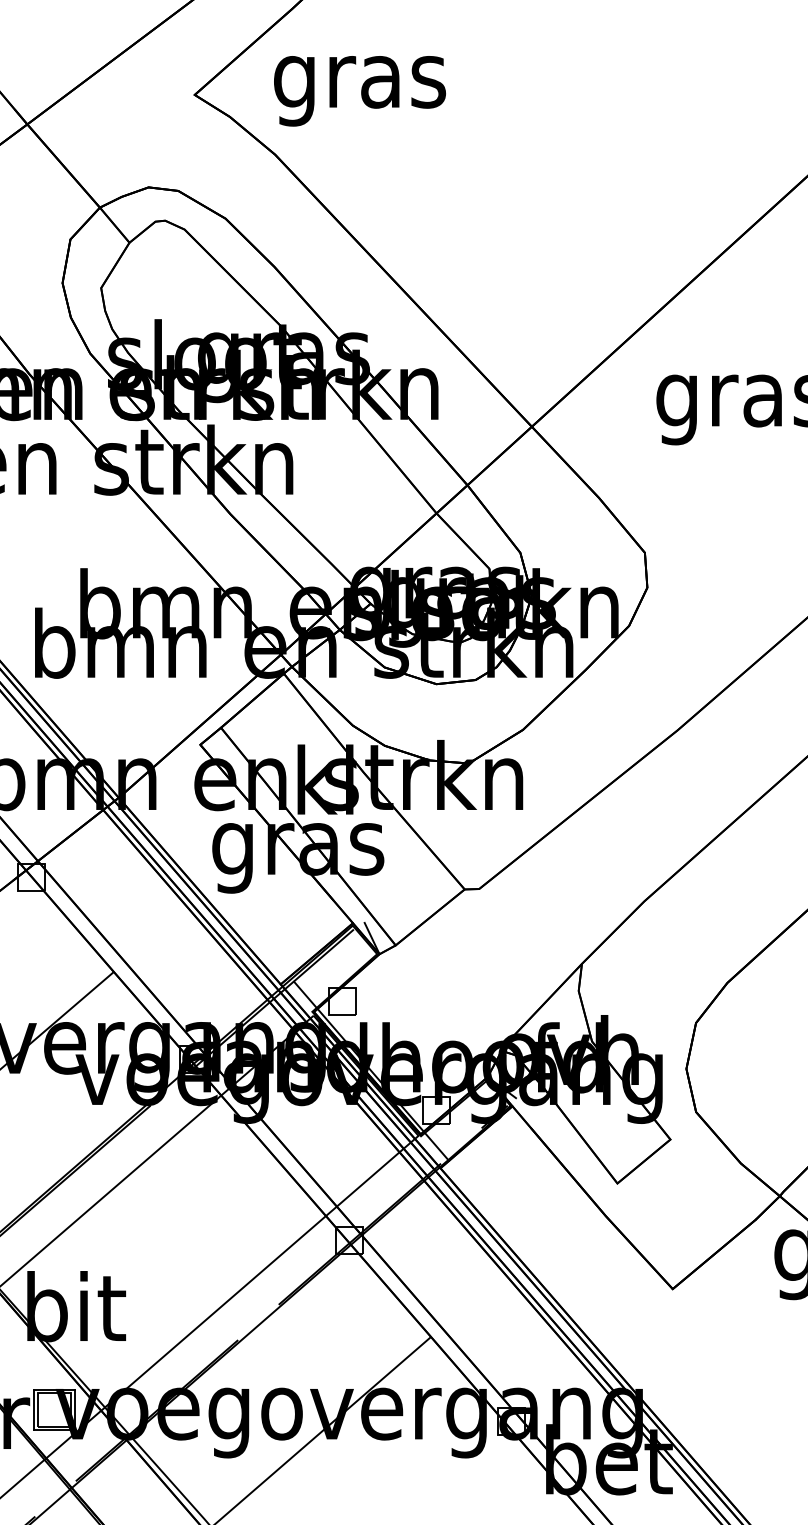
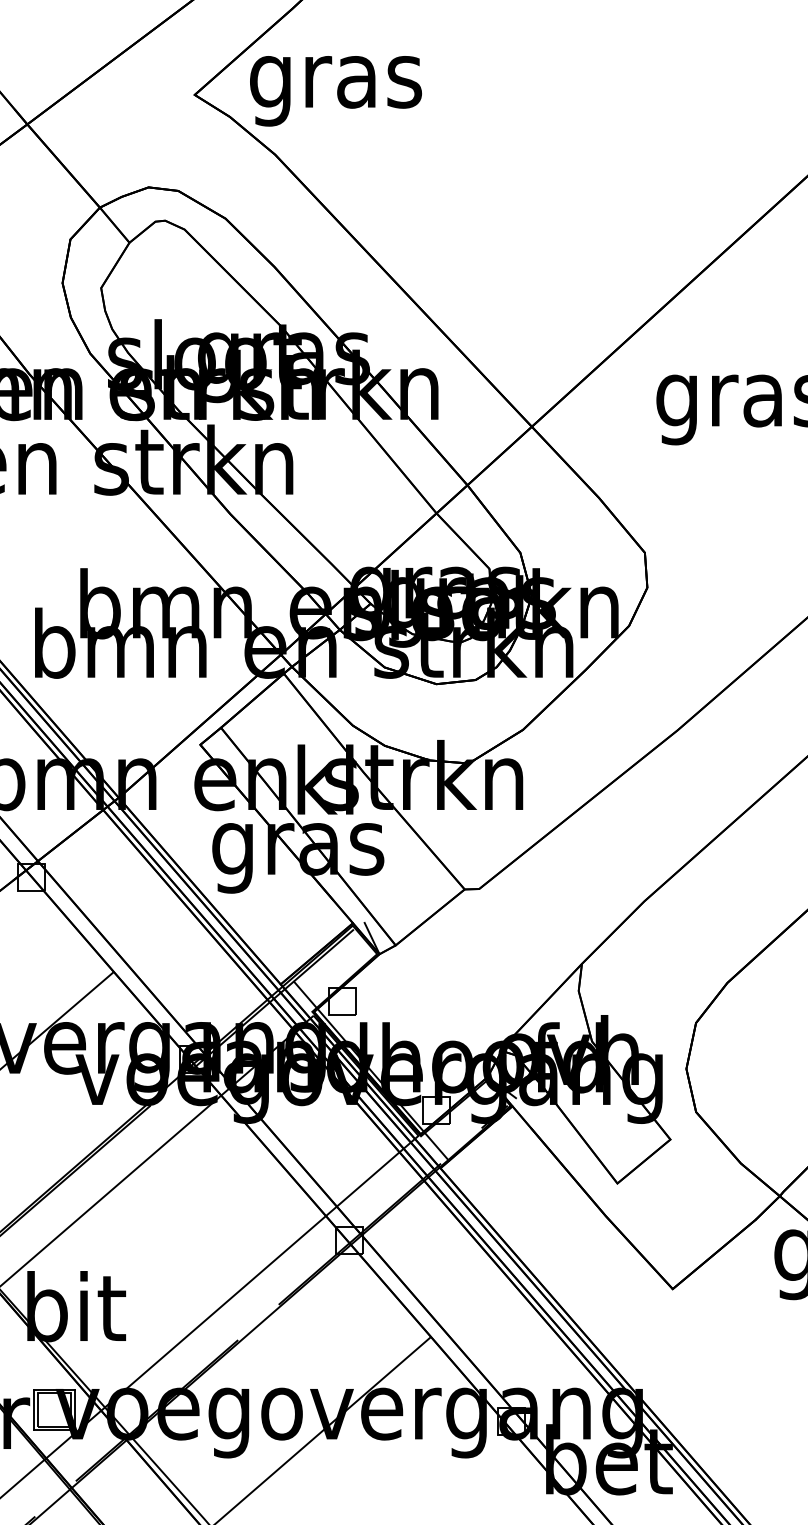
text at (359, 91) position: (359, 91) -> (335, 91)
